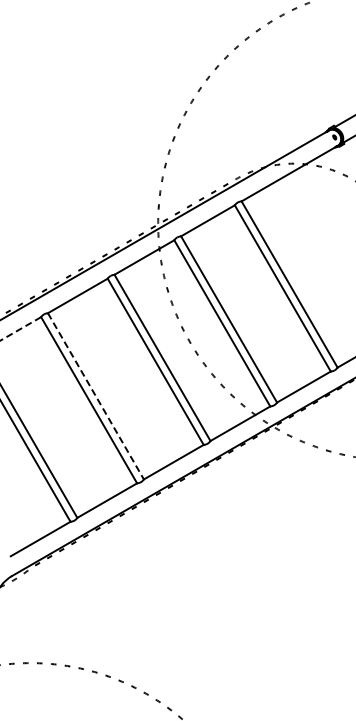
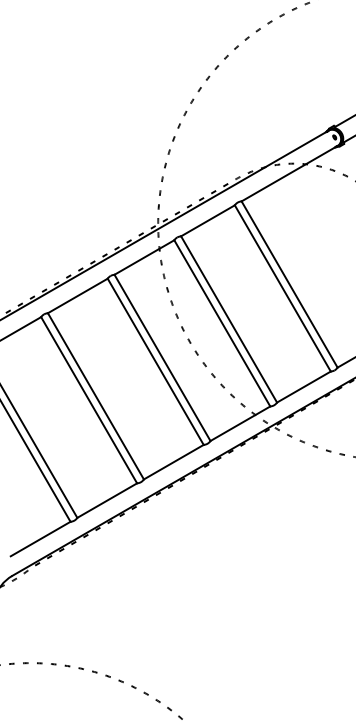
line at (20, 328): dashed -> solid
line at (95, 396): dashed -> solid
